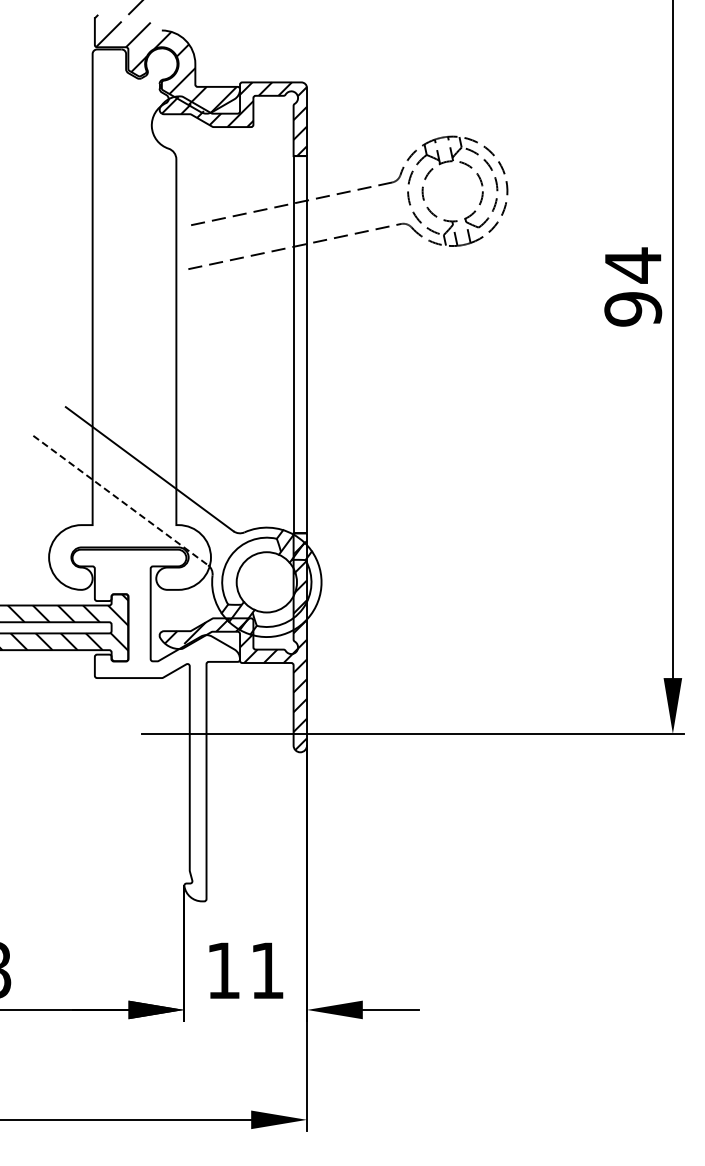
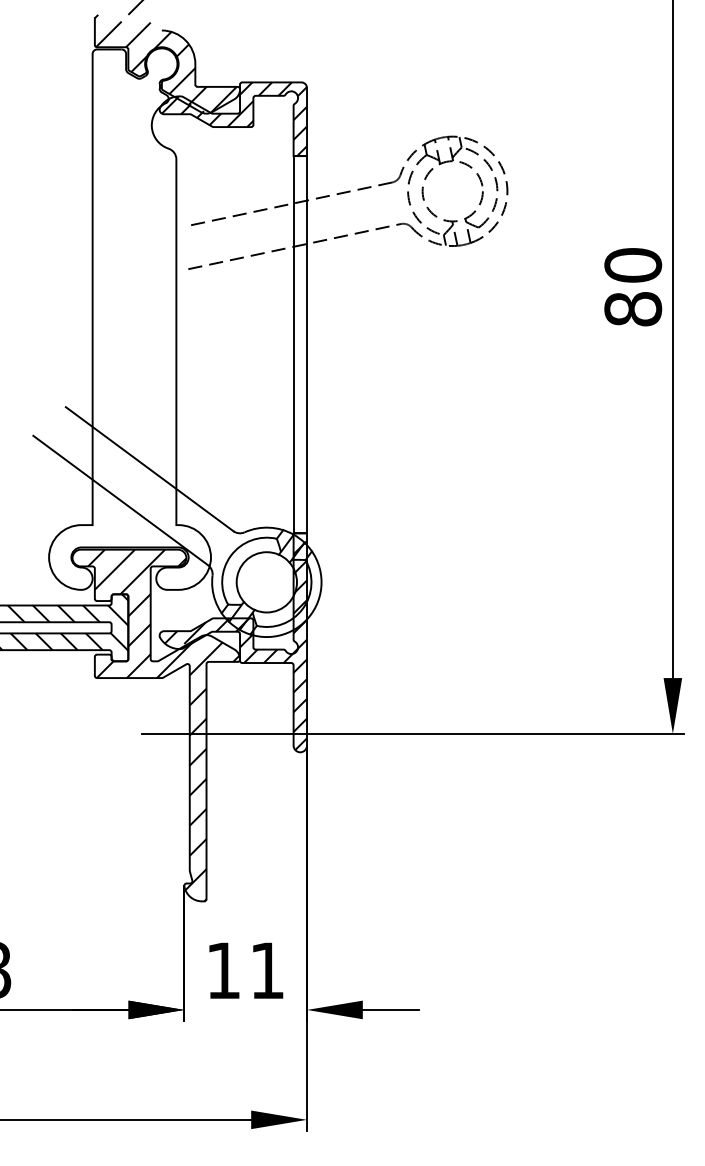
text at (633, 286): 94 -> 80
line at (120, 500): dashed -> solid
hatch at (163, 725): none -> present
